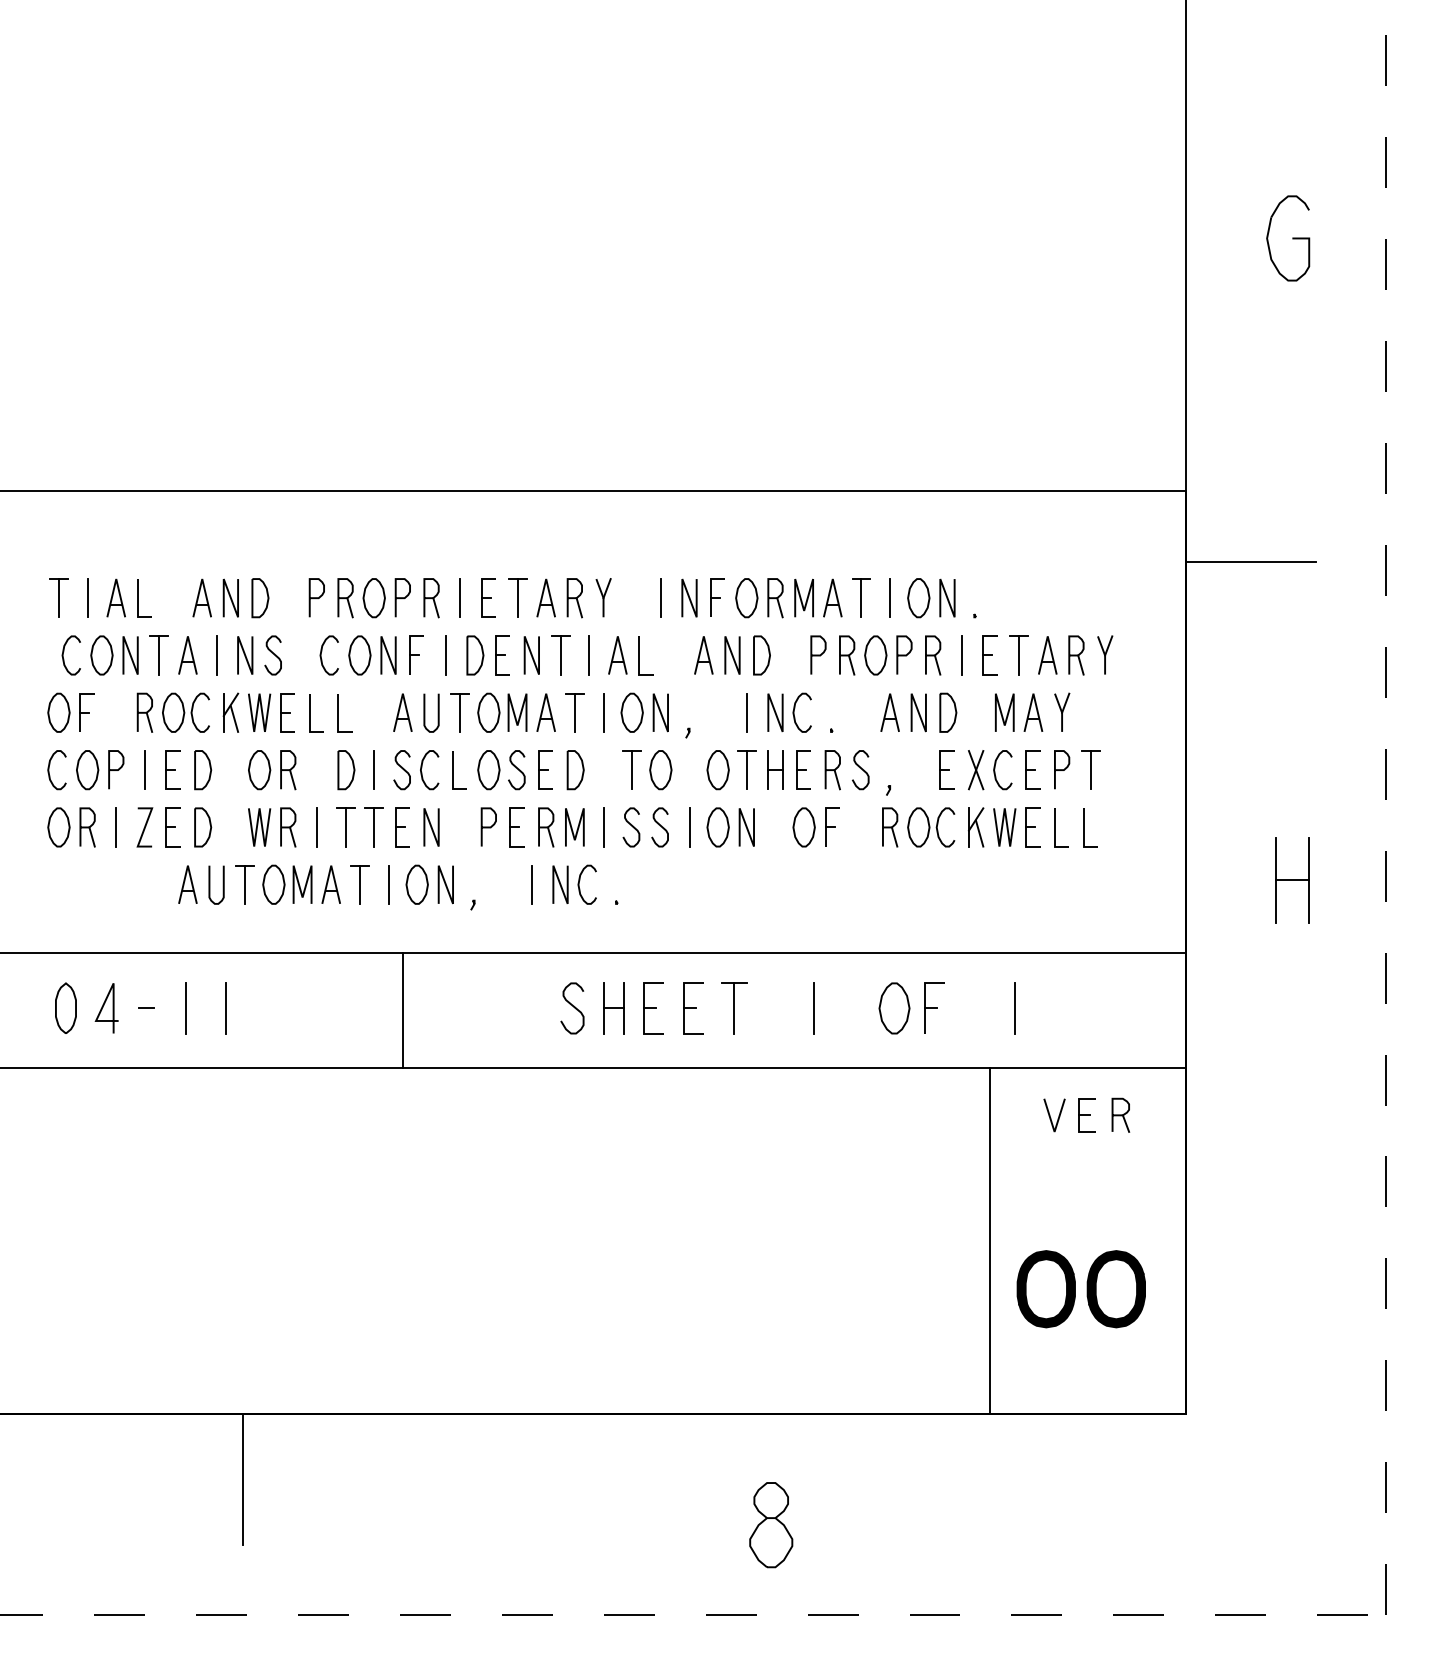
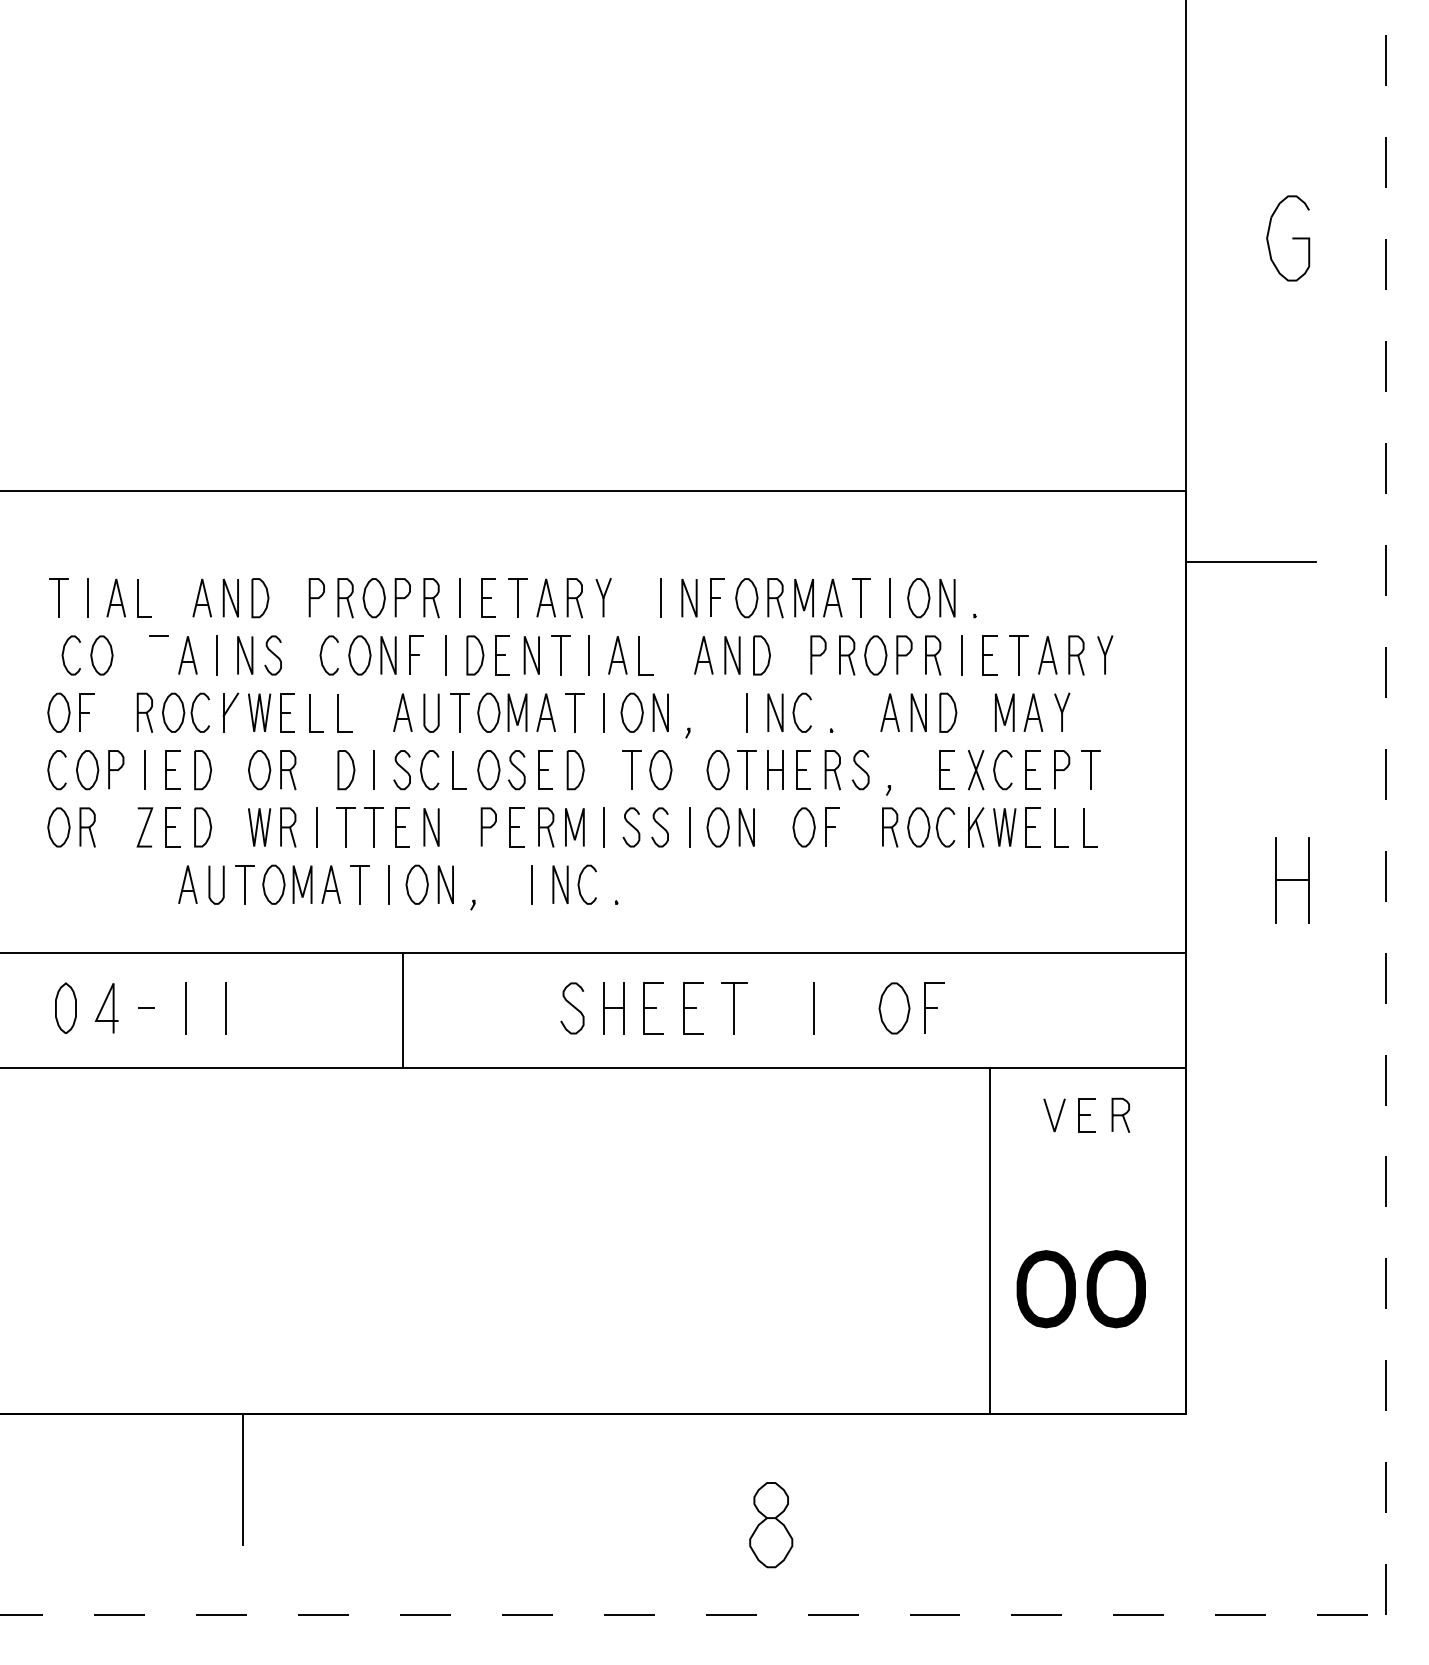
line at (130, 655): present -> none
line at (159, 655): present -> none
line at (234, 718): present -> none
line at (116, 827): present -> none
line at (1014, 1008): present -> none
